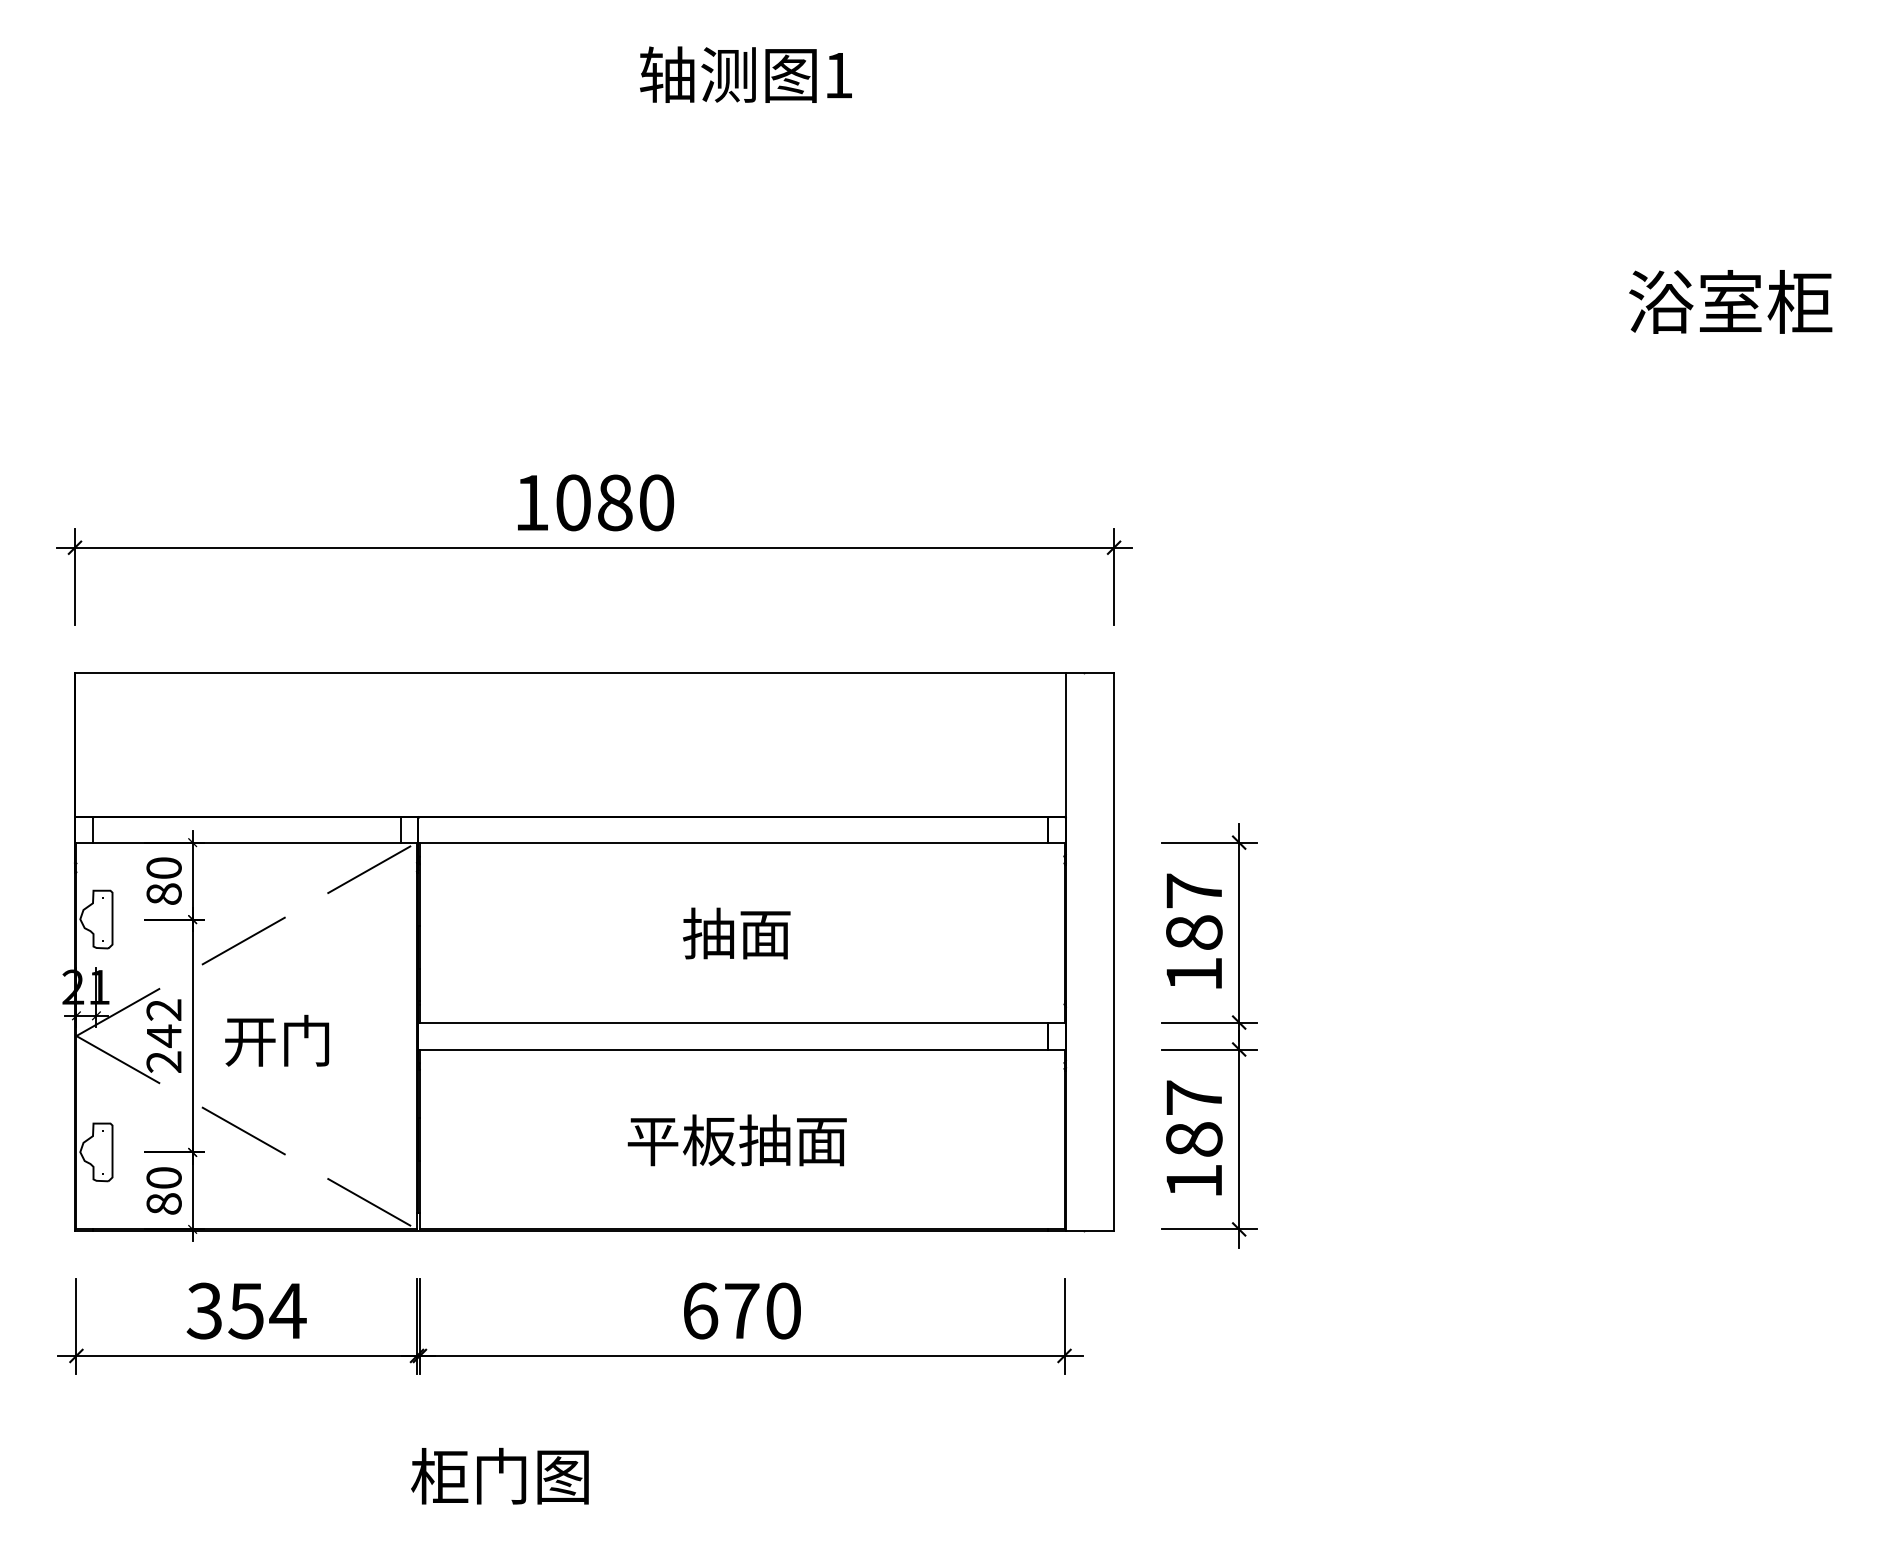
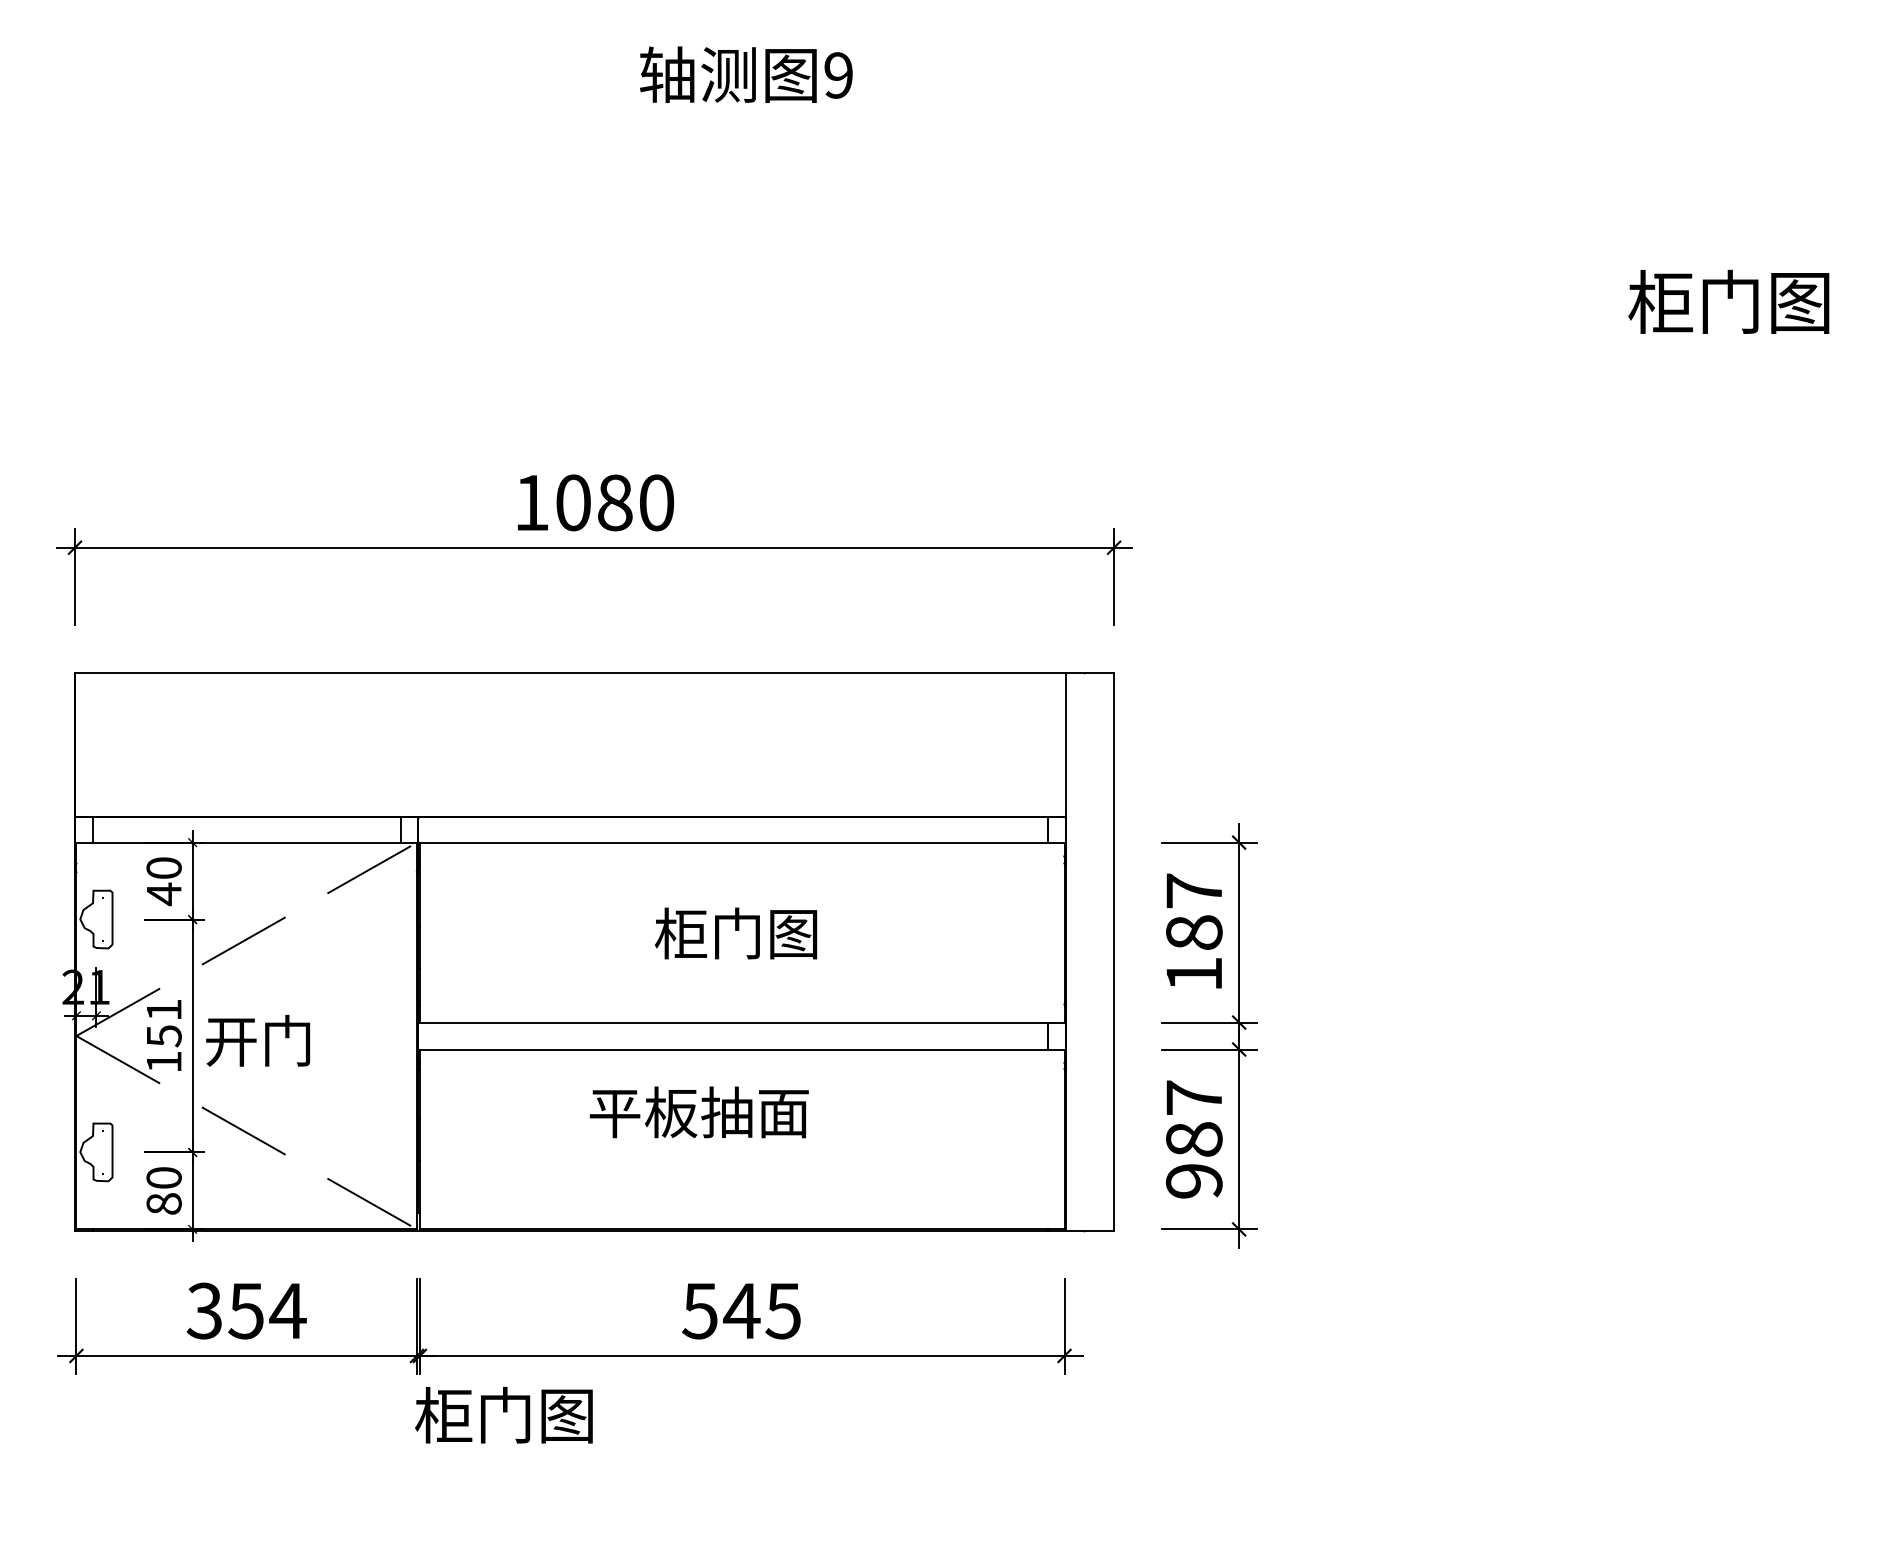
text at (838, 75): 1 -> 9
text at (1730, 301): 浴室柜 -> 柜门图
text at (163, 894): 80 -> 40
text at (735, 933): 抽面 -> 柜门图
text at (163, 1035): 242 -> 151
text at (277, 1040) position: (277, 1040) -> (258, 1040)
text at (736, 1140) position: (736, 1140) -> (698, 1112)
text at (1193, 1181): 187 -> 987
text at (741, 1310): 670 -> 545
text at (499, 1475) position: (499, 1475) -> (503, 1414)
